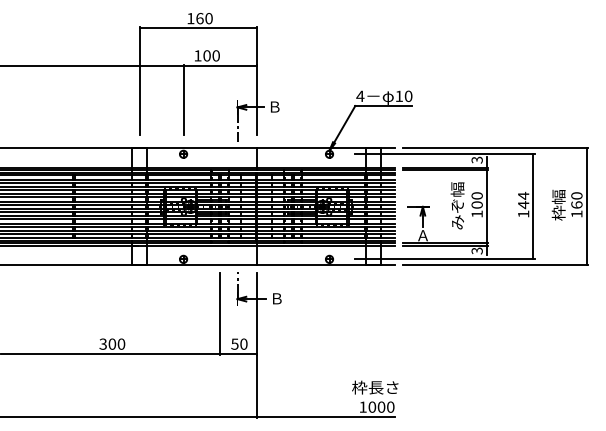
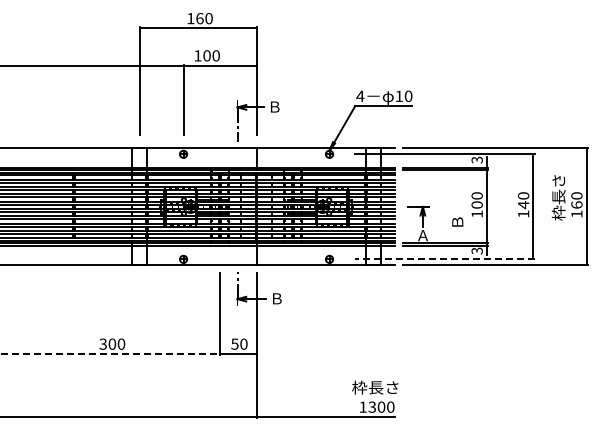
text at (558, 189): 枠幅 -> 枠長さ
text at (523, 195): 144 -> 140
text at (457, 205): みぞ幅 -> Ｂ
line at (444, 259): solid -> dashed
line at (111, 354): solid -> dashed
text at (372, 406): 1000 -> 1300
